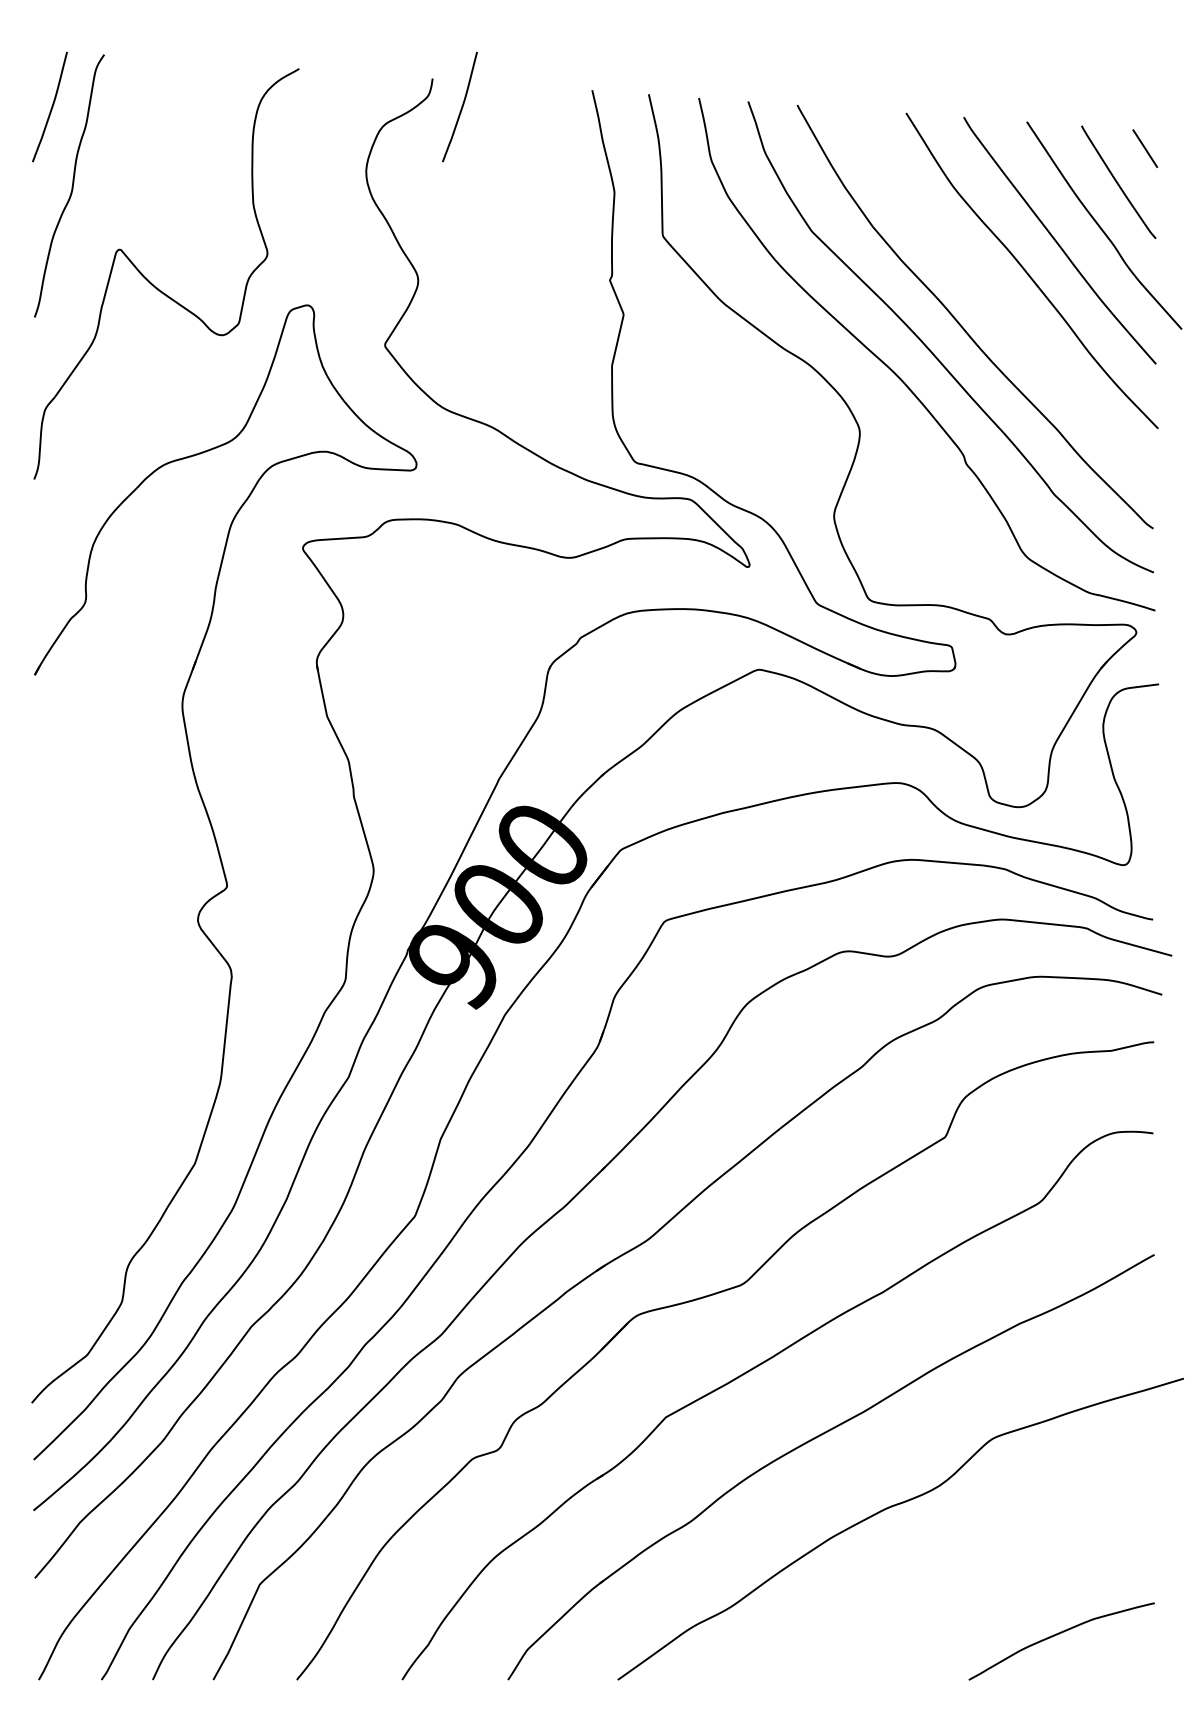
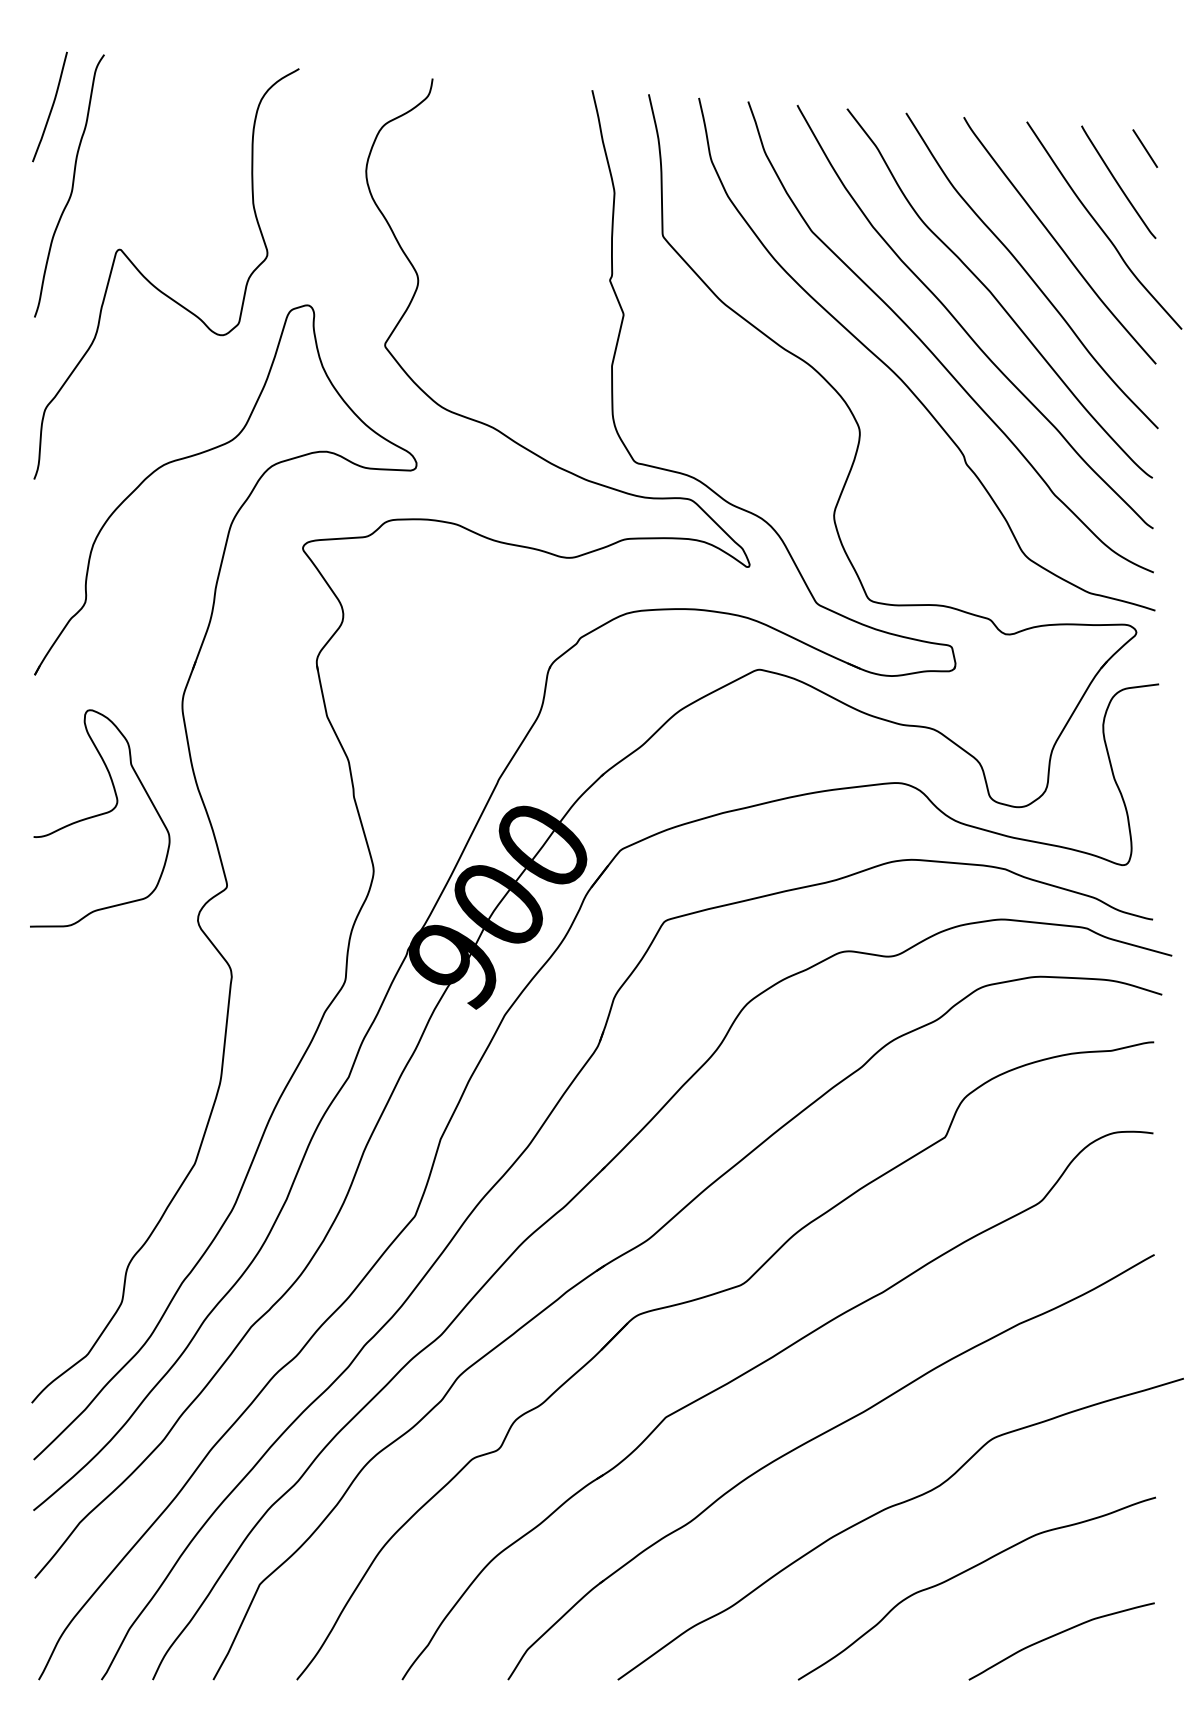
curve at (461, 106): present -> none
curve at (995, 296): none -> present
curve at (98, 816): none -> present
curve at (967, 1571): none -> present
